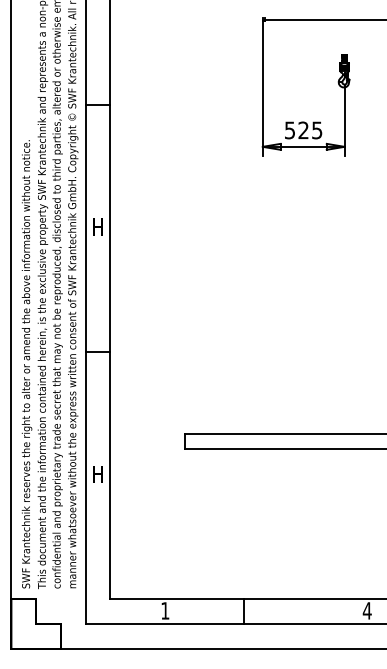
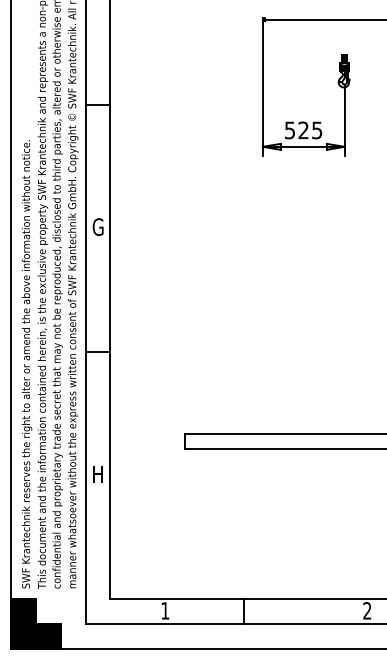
text at (97, 226): H -> G
text at (366, 610): 4 -> 2
fill at (35, 623): none -> present
